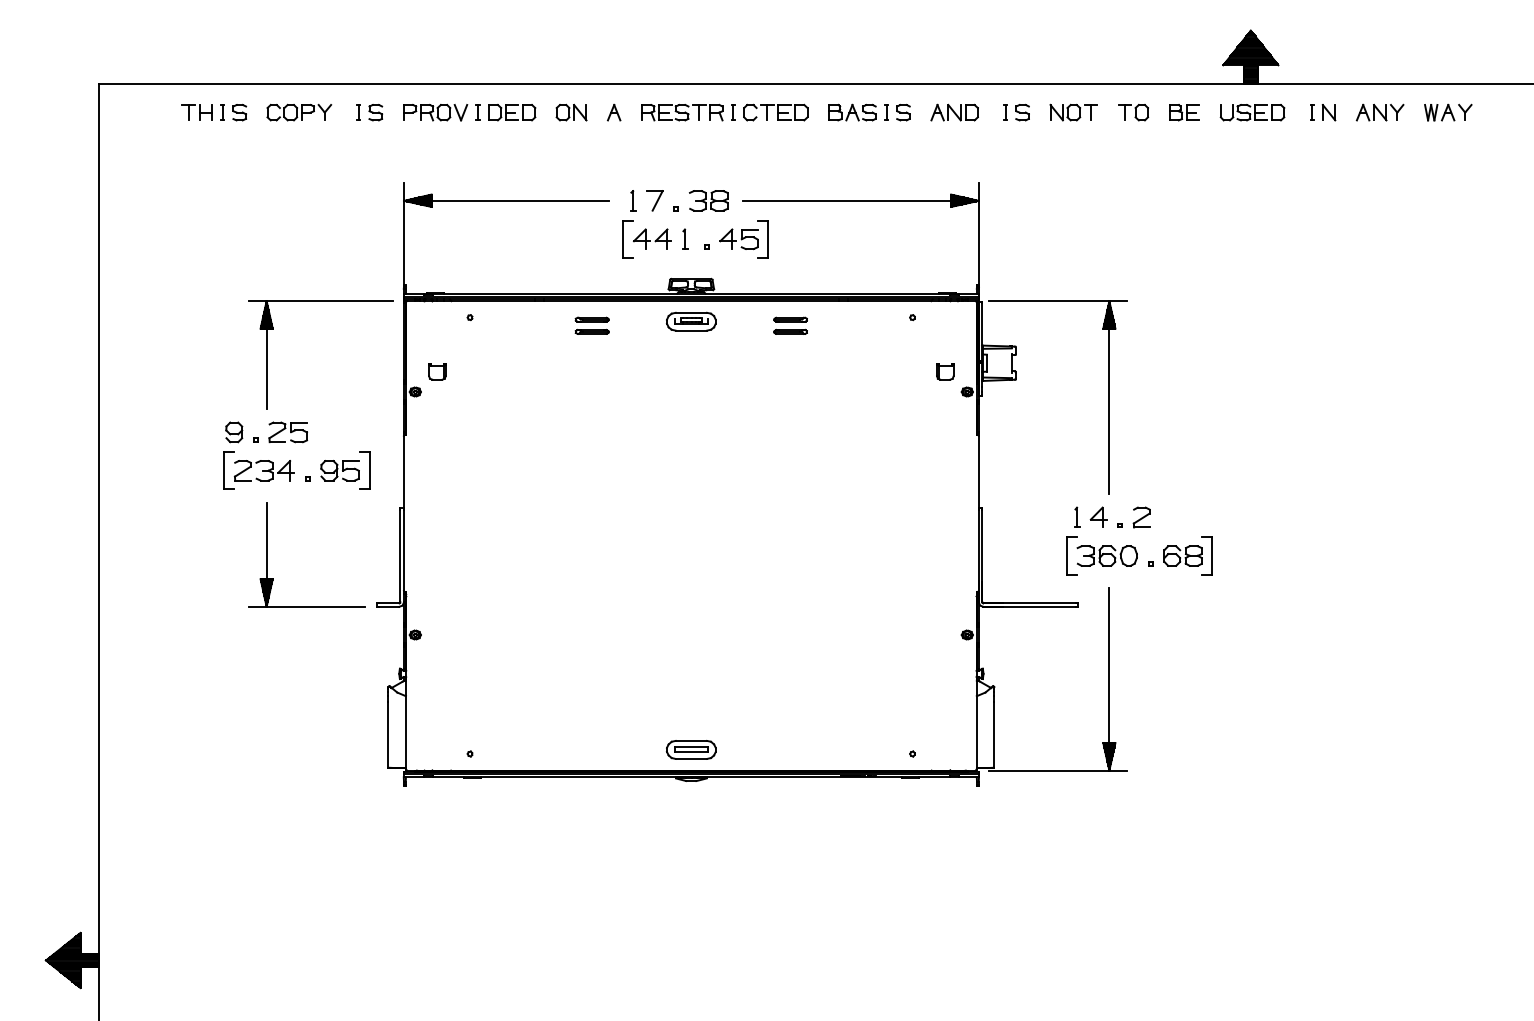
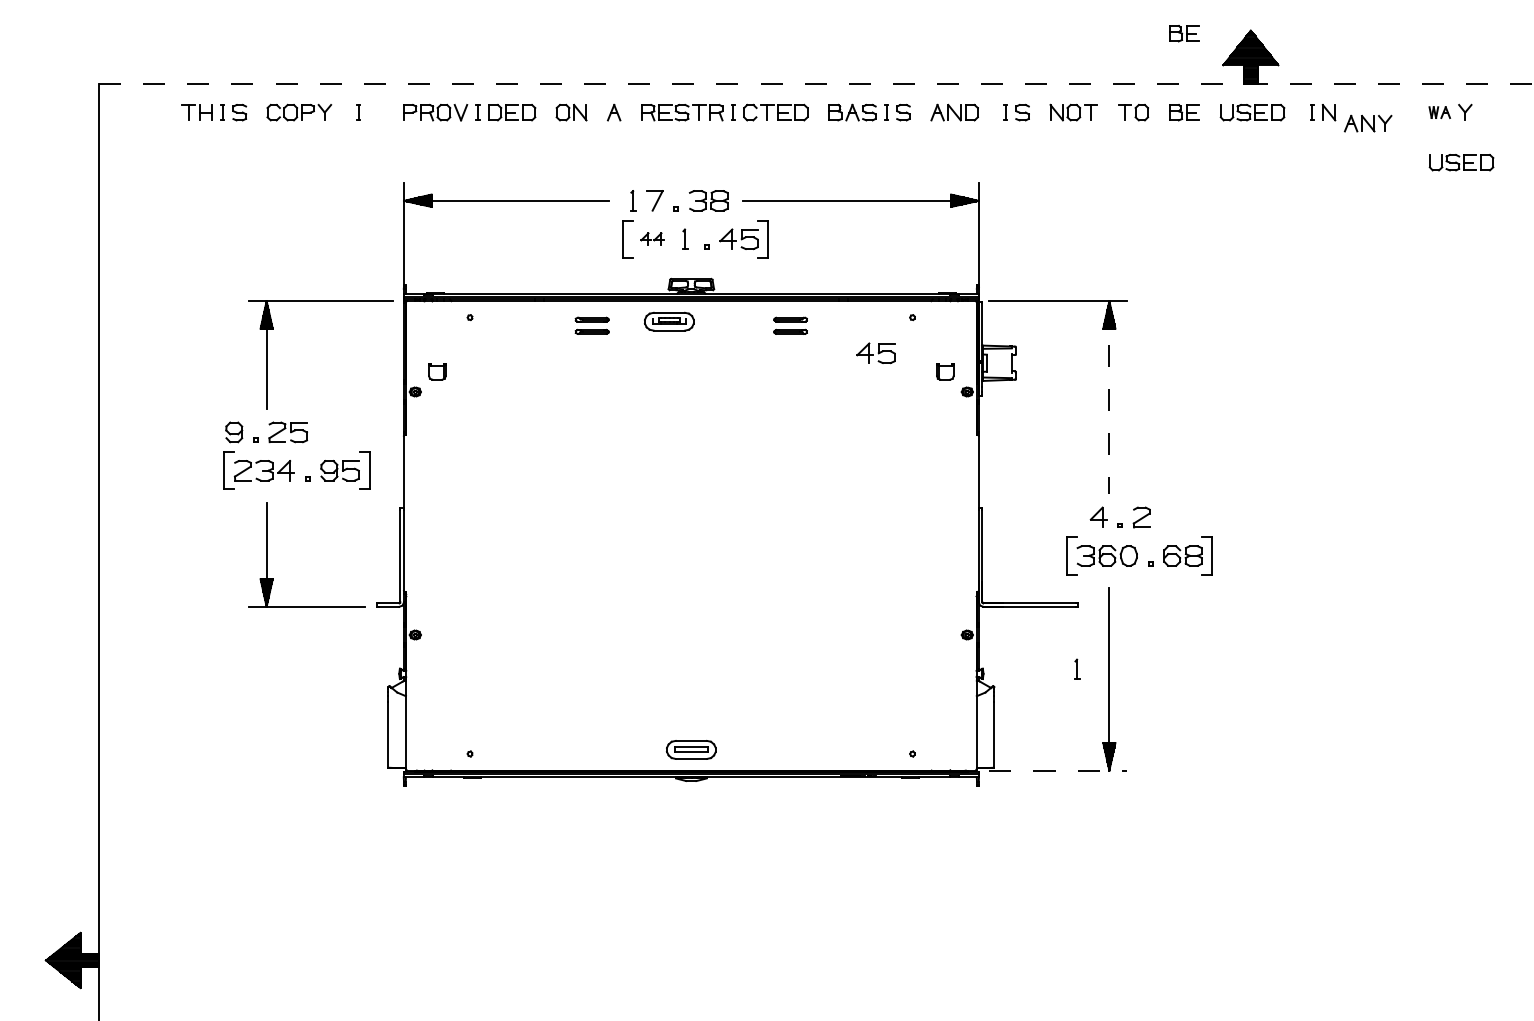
part at (1184, 33): none -> present
line at (816, 83): solid -> dashed
part at (375, 112): present -> none
part at (1379, 112) position: (1379, 112) -> (1367, 123)
part at (1439, 112) size: 32x19 px -> 24x13 px
part at (1461, 162): none -> present
part at (652, 238) size: 39x22 px -> 25x14 px
part at (691, 321) position: (691, 321) -> (669, 321)
part at (875, 353): none -> present
line at (1109, 397): solid -> dashed
part at (1077, 516) position: (1077, 516) -> (1077, 668)
line at (1058, 770): solid -> dashed
